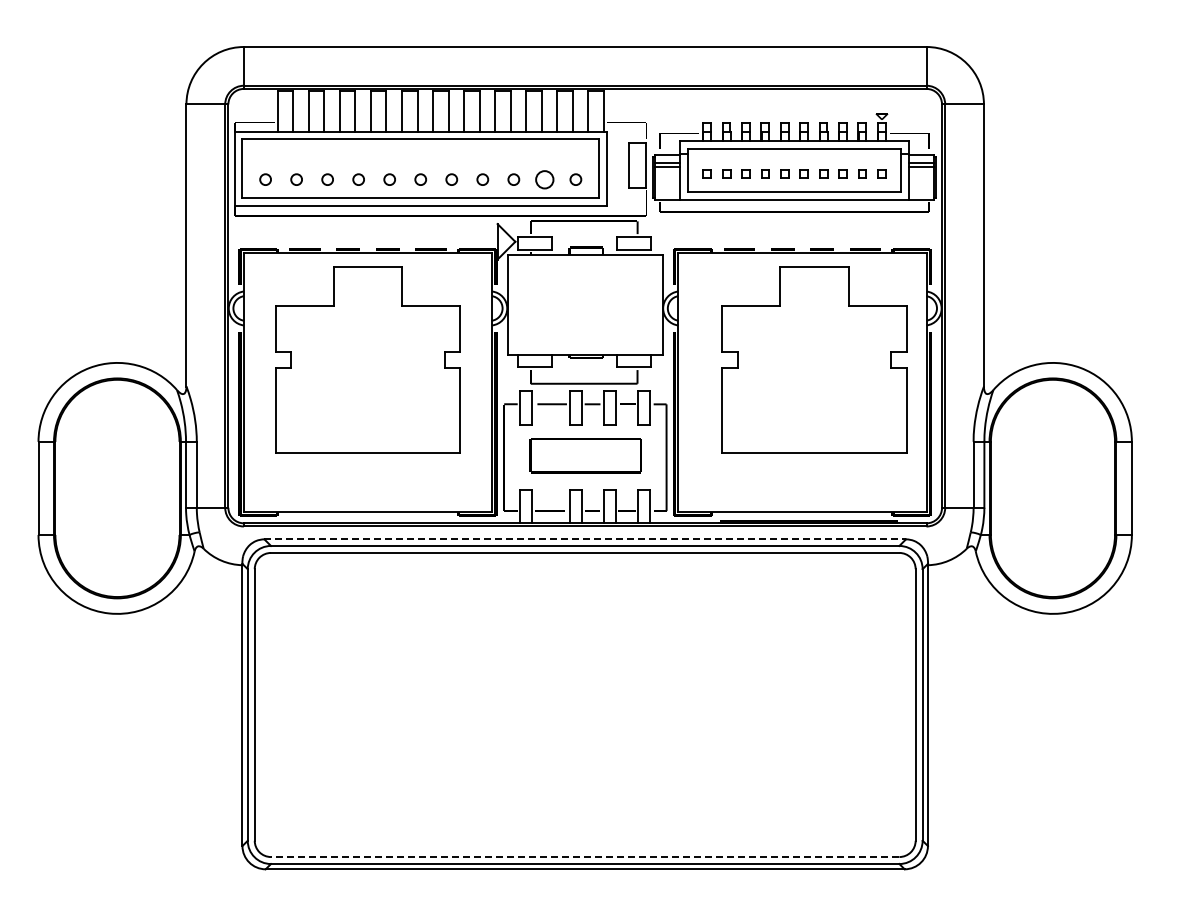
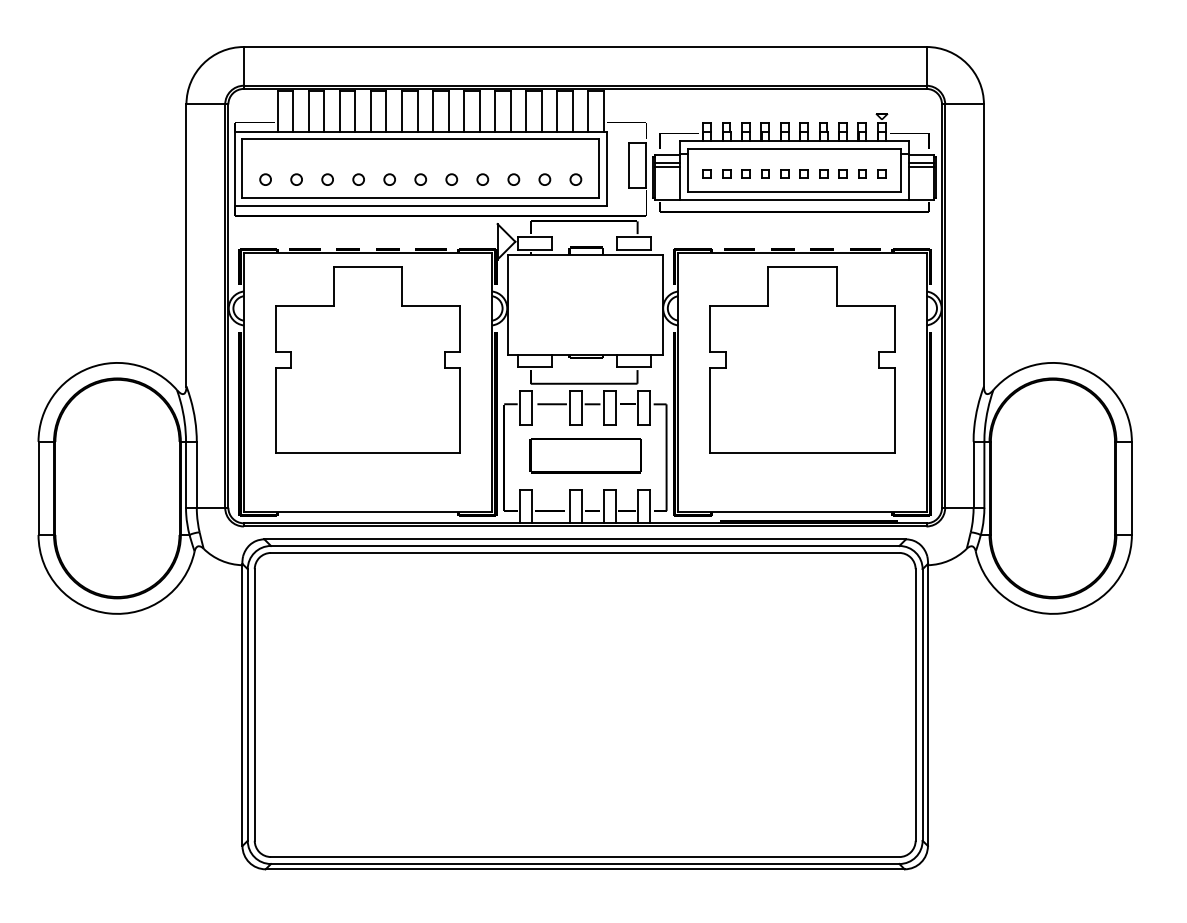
circle at (544, 179) size: 20x20 px -> 14x13 px
part at (814, 359) position: (814, 359) -> (802, 359)
line at (585, 539): dashed -> solid
line at (584, 857): dashed -> solid
